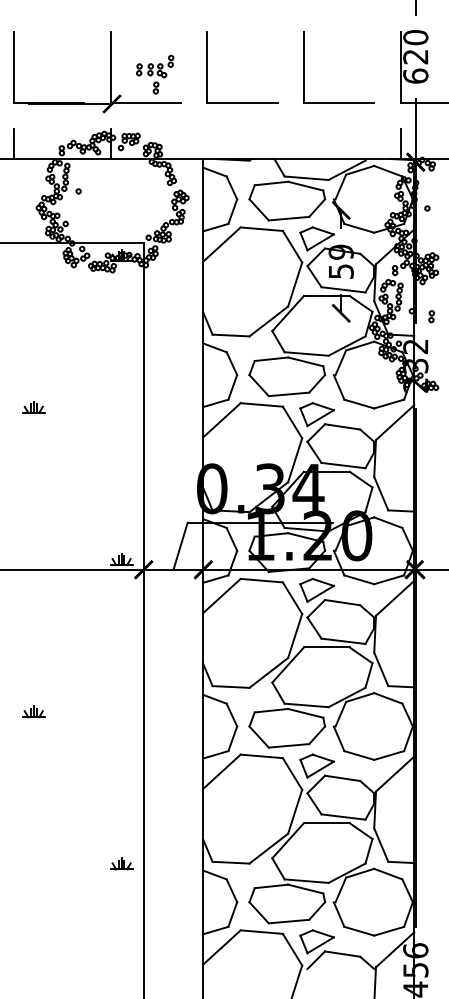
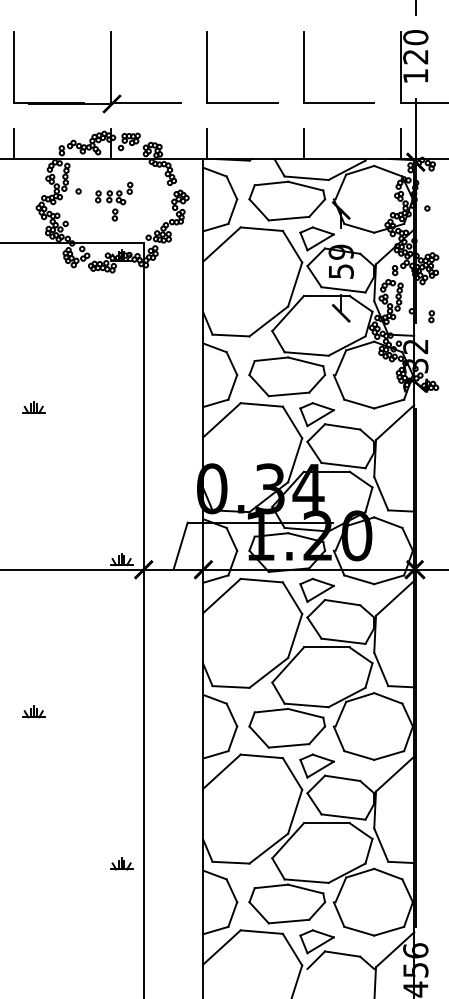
part at (155, 74) position: (155, 74) -> (114, 201)
text at (415, 75): 620 -> 120
line at (207, 144): none -> present
line at (303, 144): none -> present
